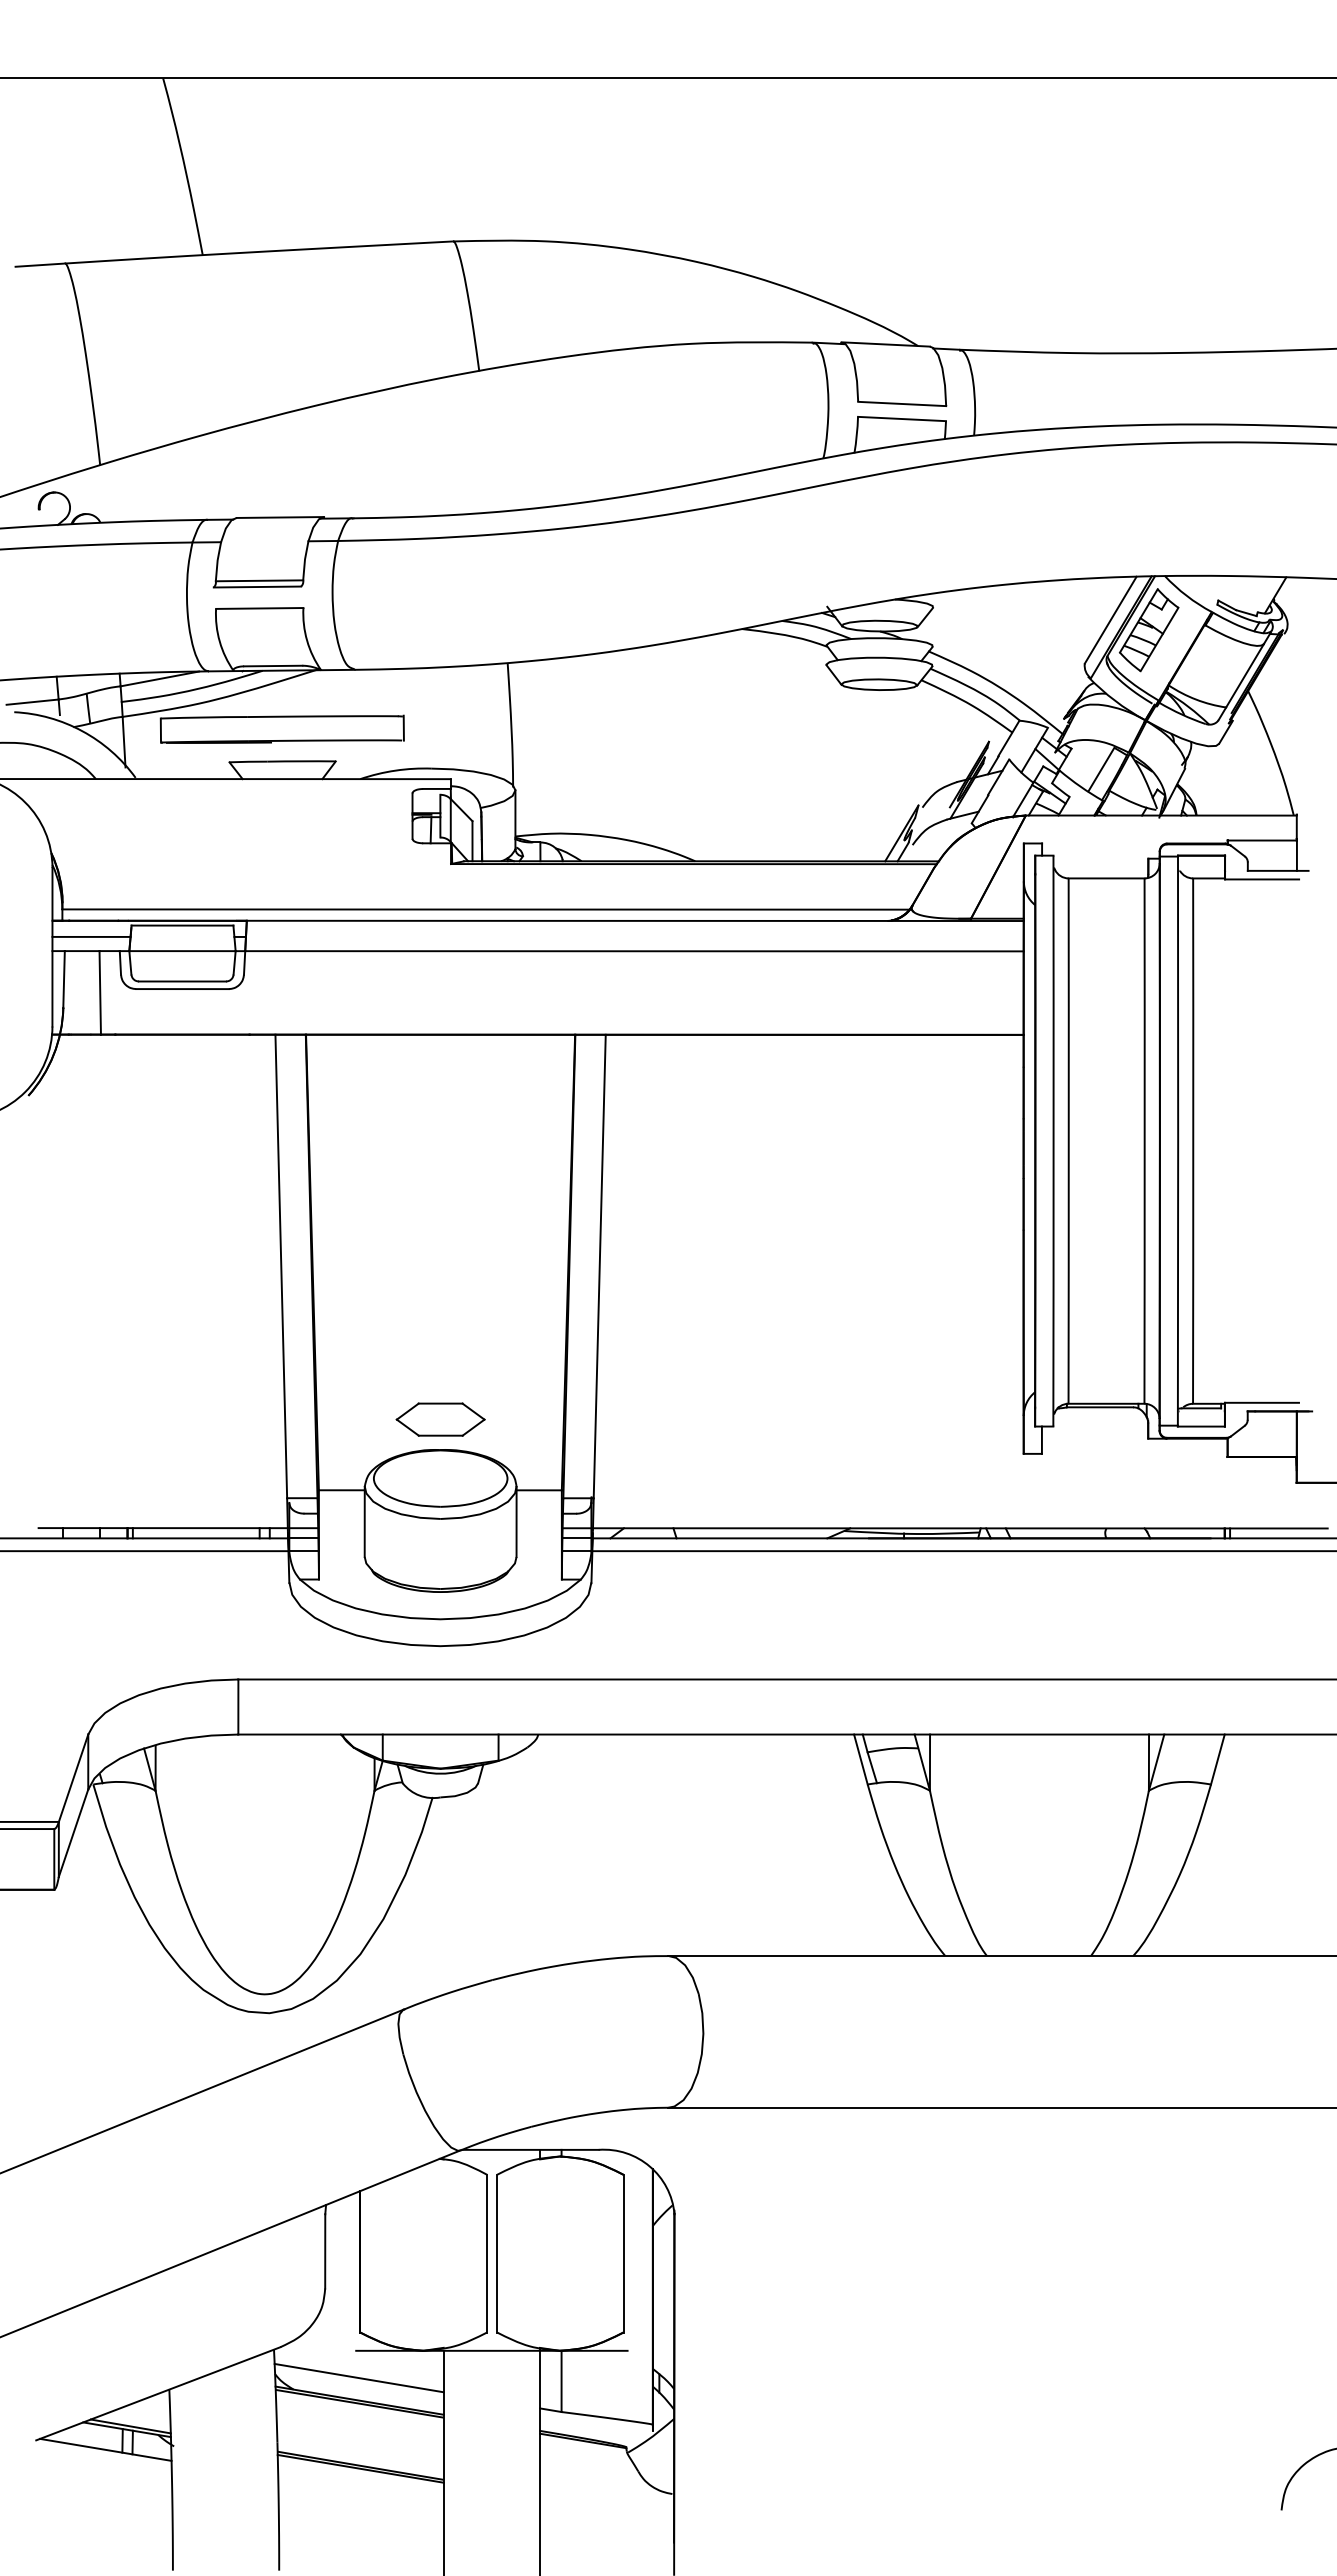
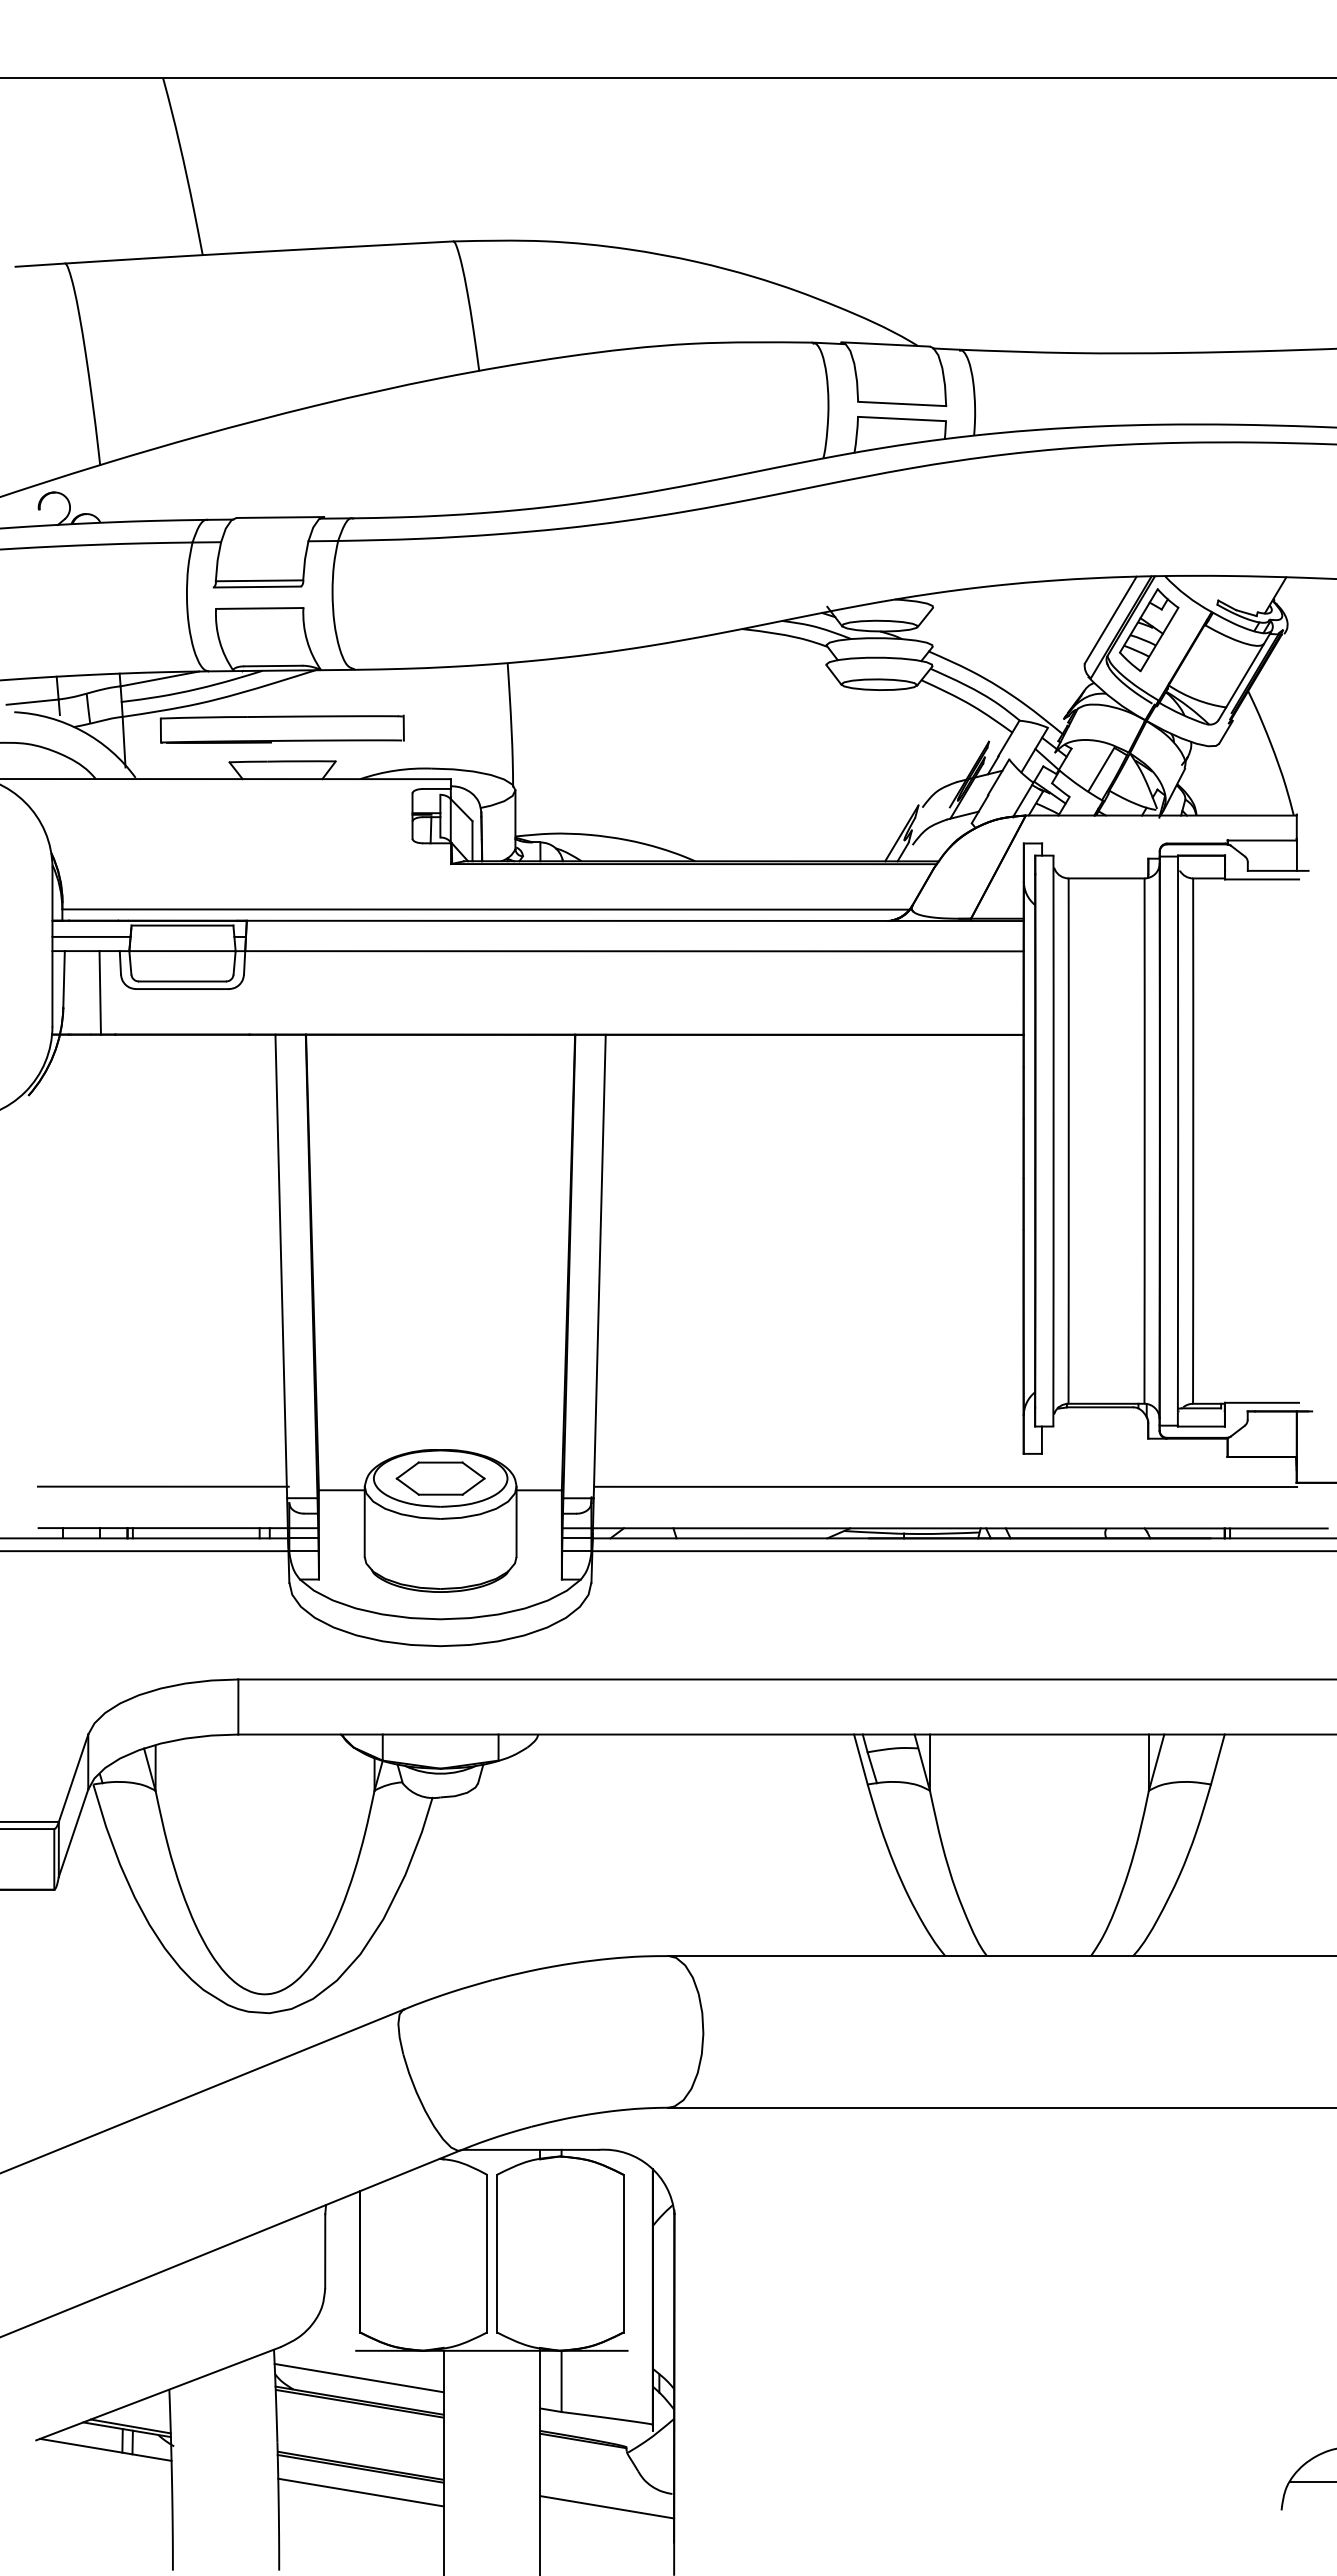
part at (440, 1419) position: (440, 1419) -> (440, 1478)
line at (162, 1486): none -> present
line at (945, 1486): none -> present
line at (1311, 2481): none -> present
line at (360, 2492): none -> present
line at (607, 2507): none -> present
